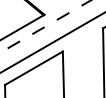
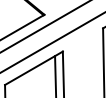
line at (46, 26): dashed -> solid
line at (55, 75): none -> present
